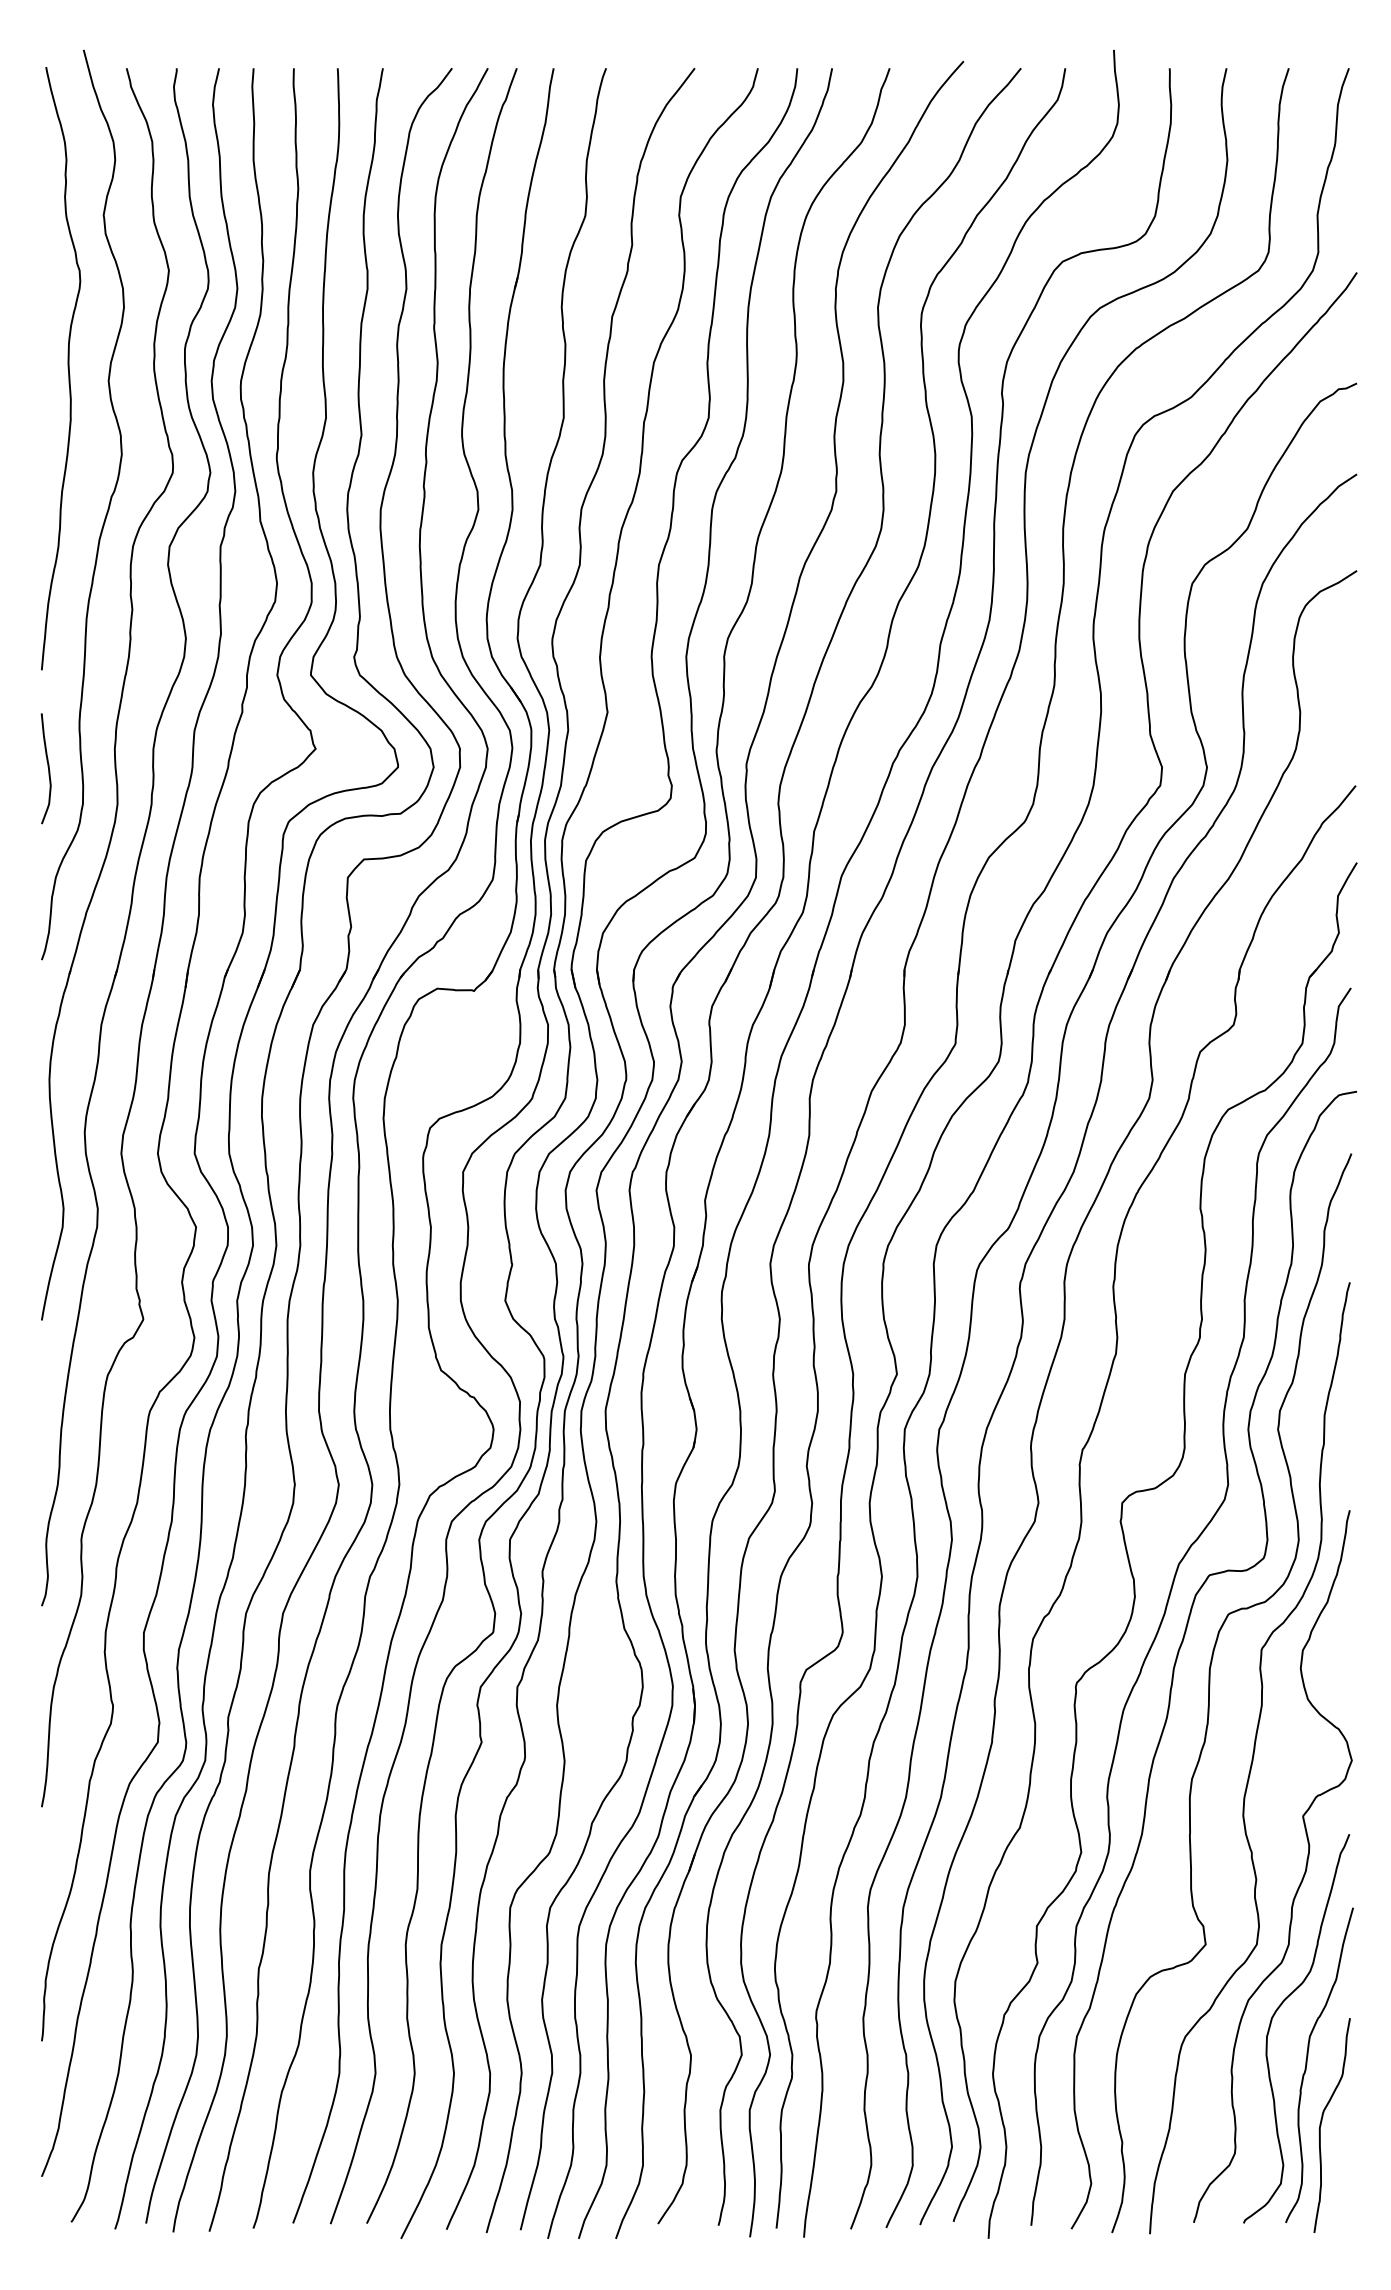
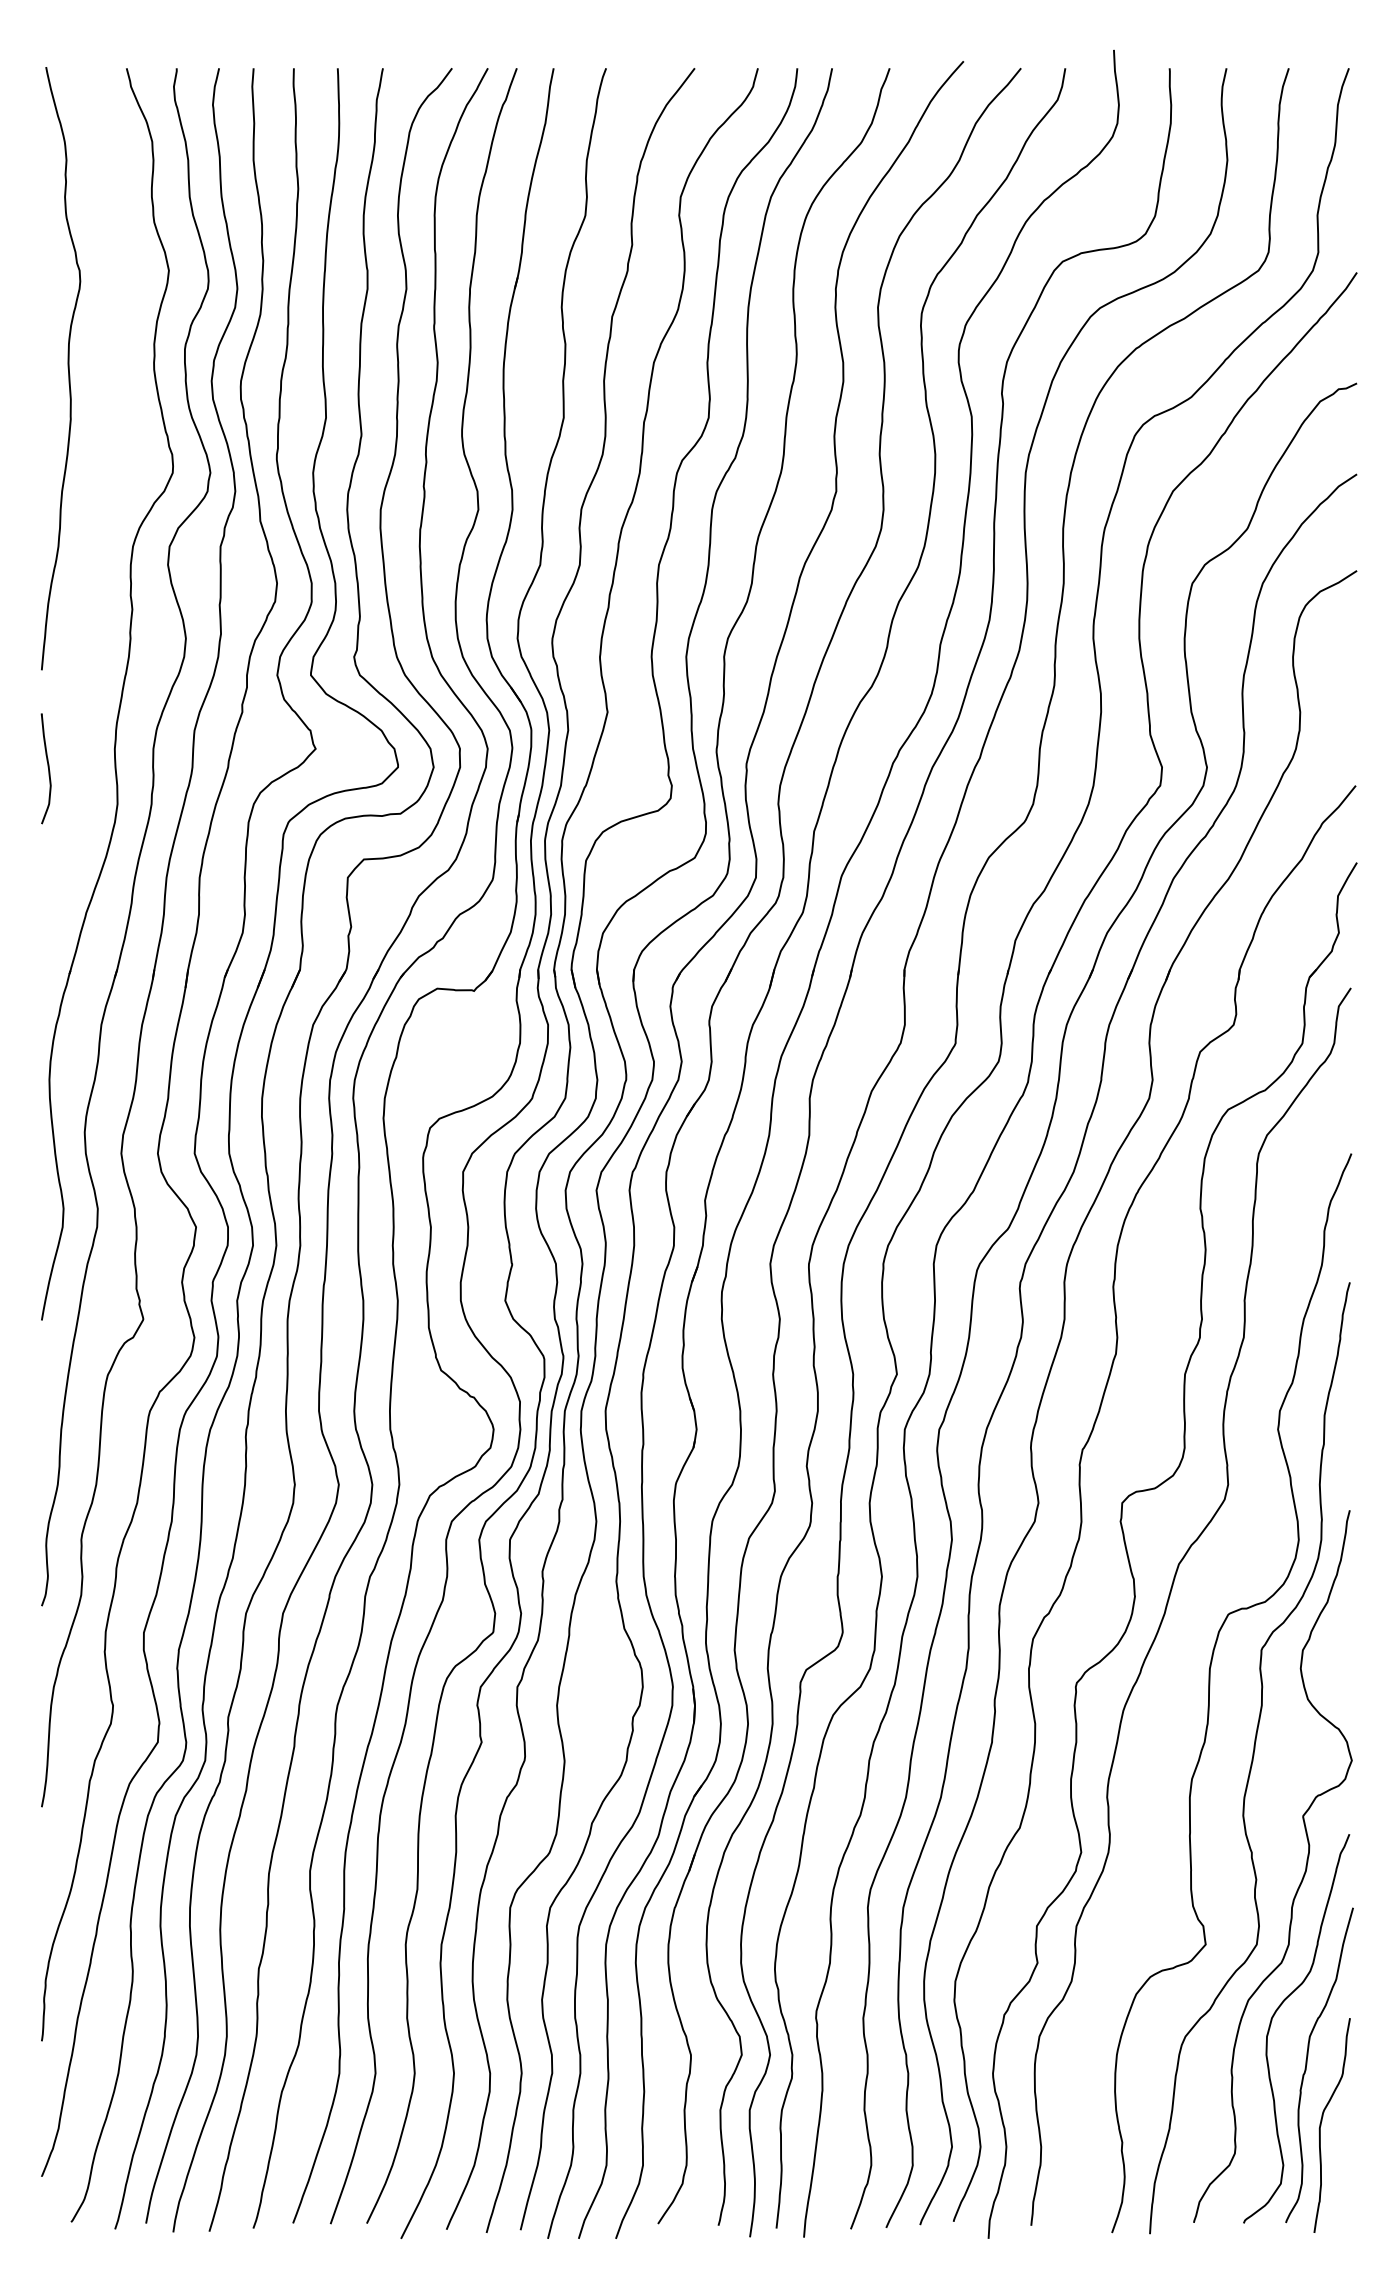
curve at (106, 511): present -> none
curve at (1182, 1644): present -> none
